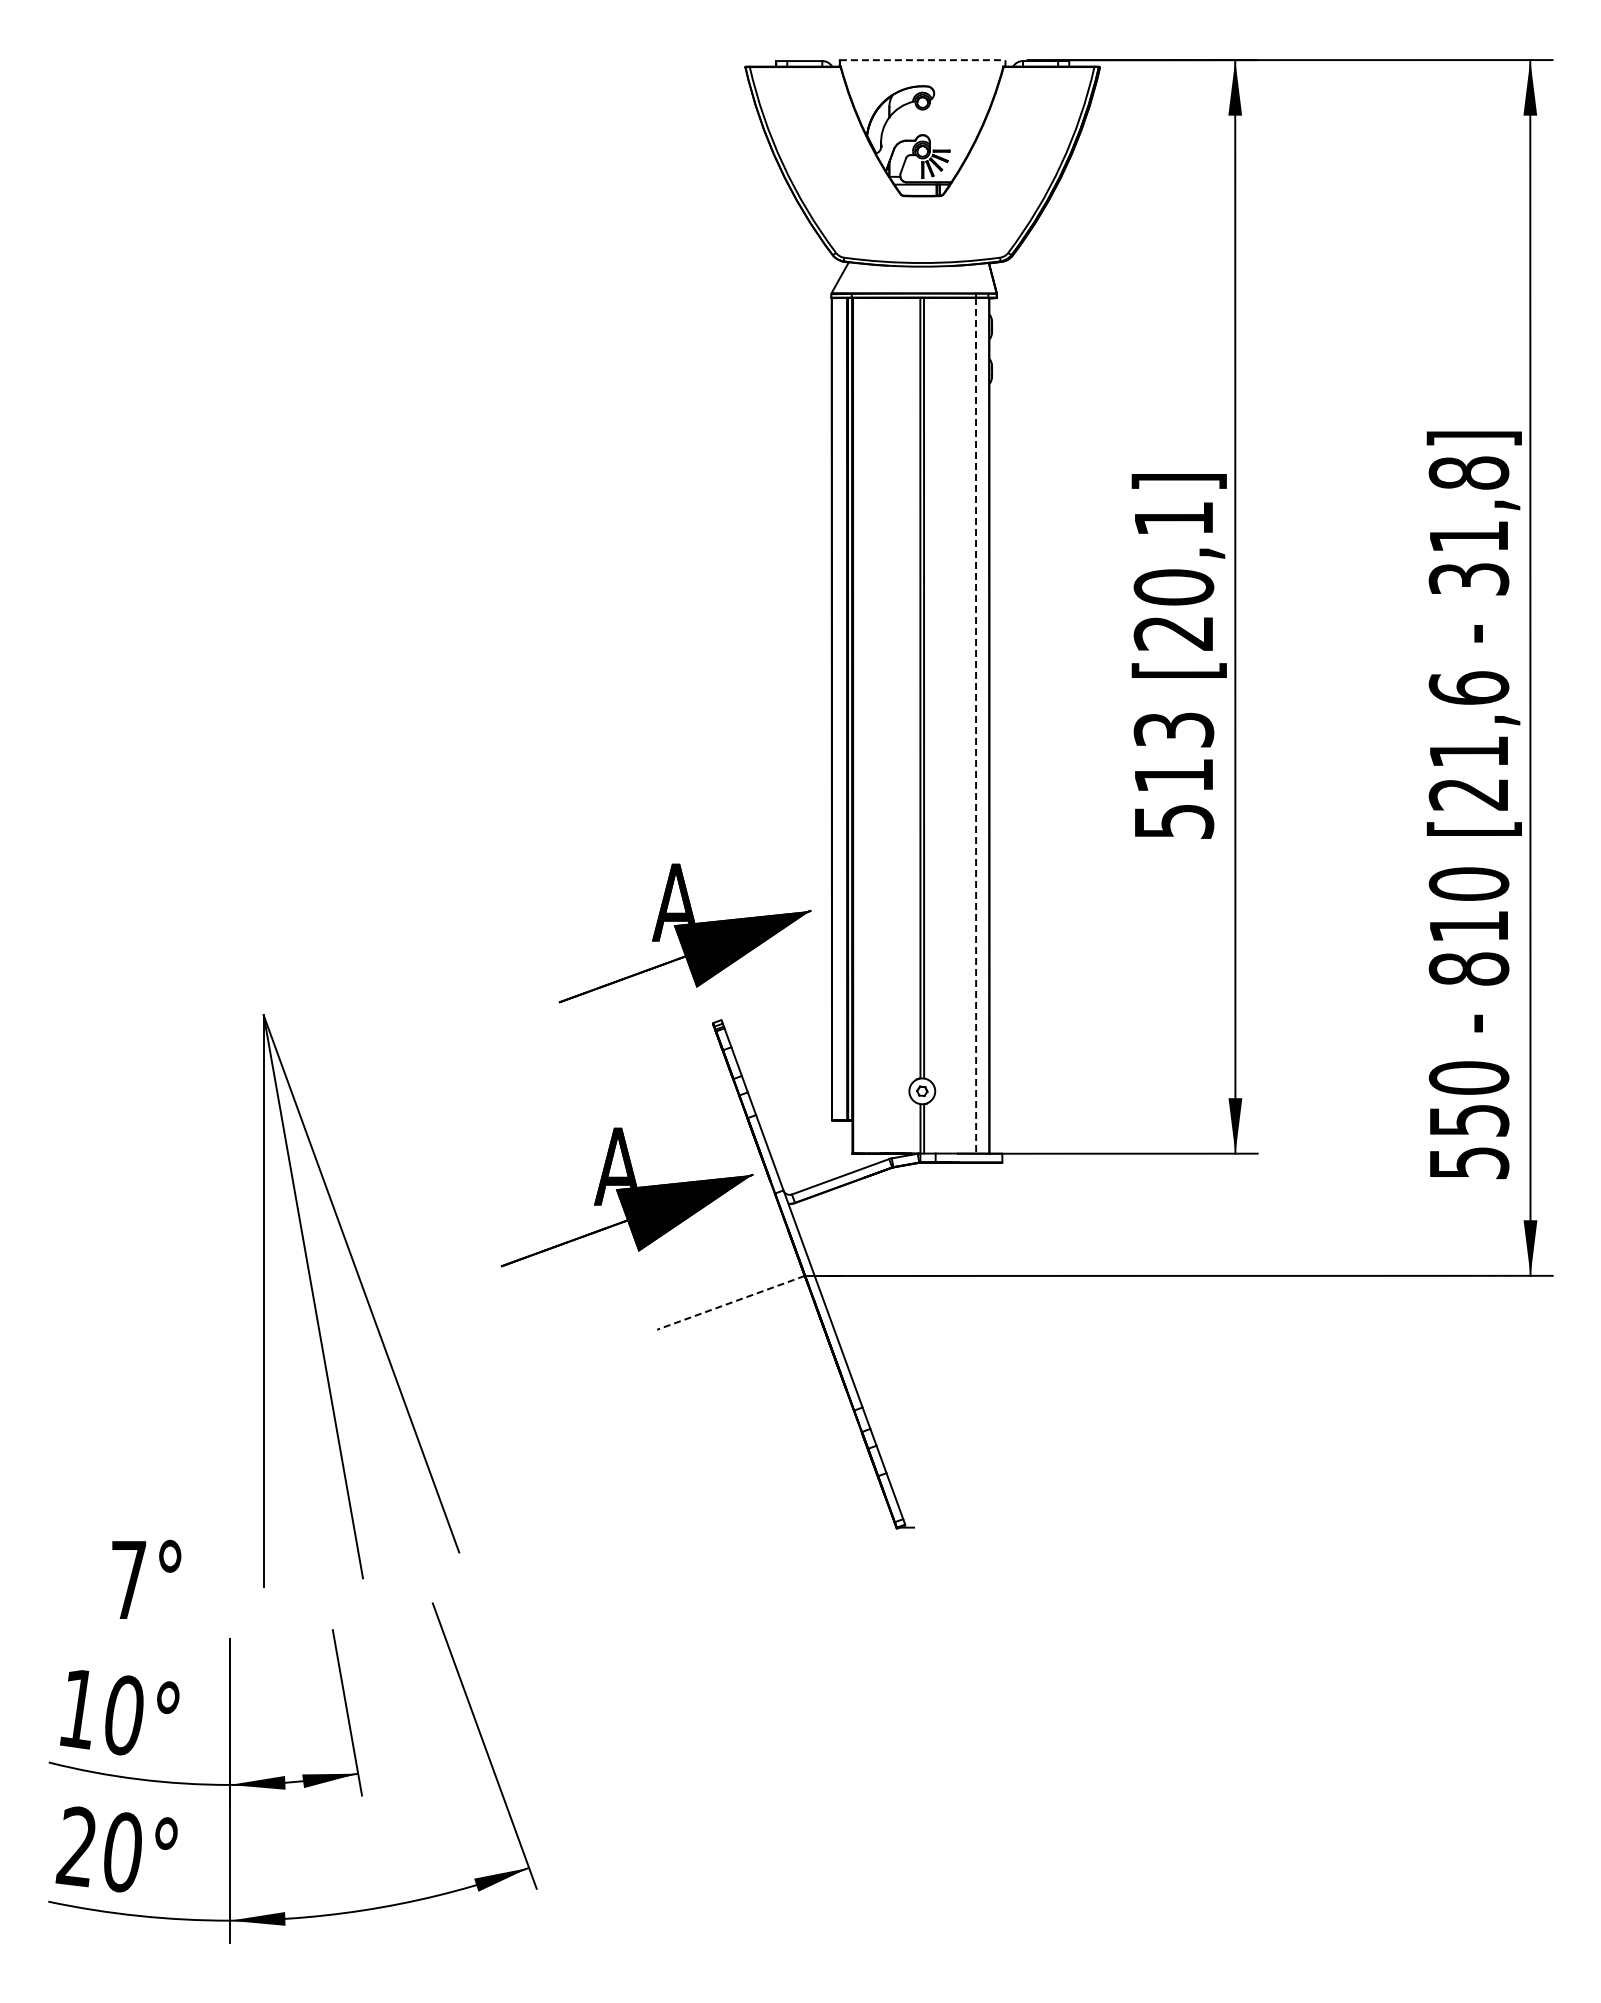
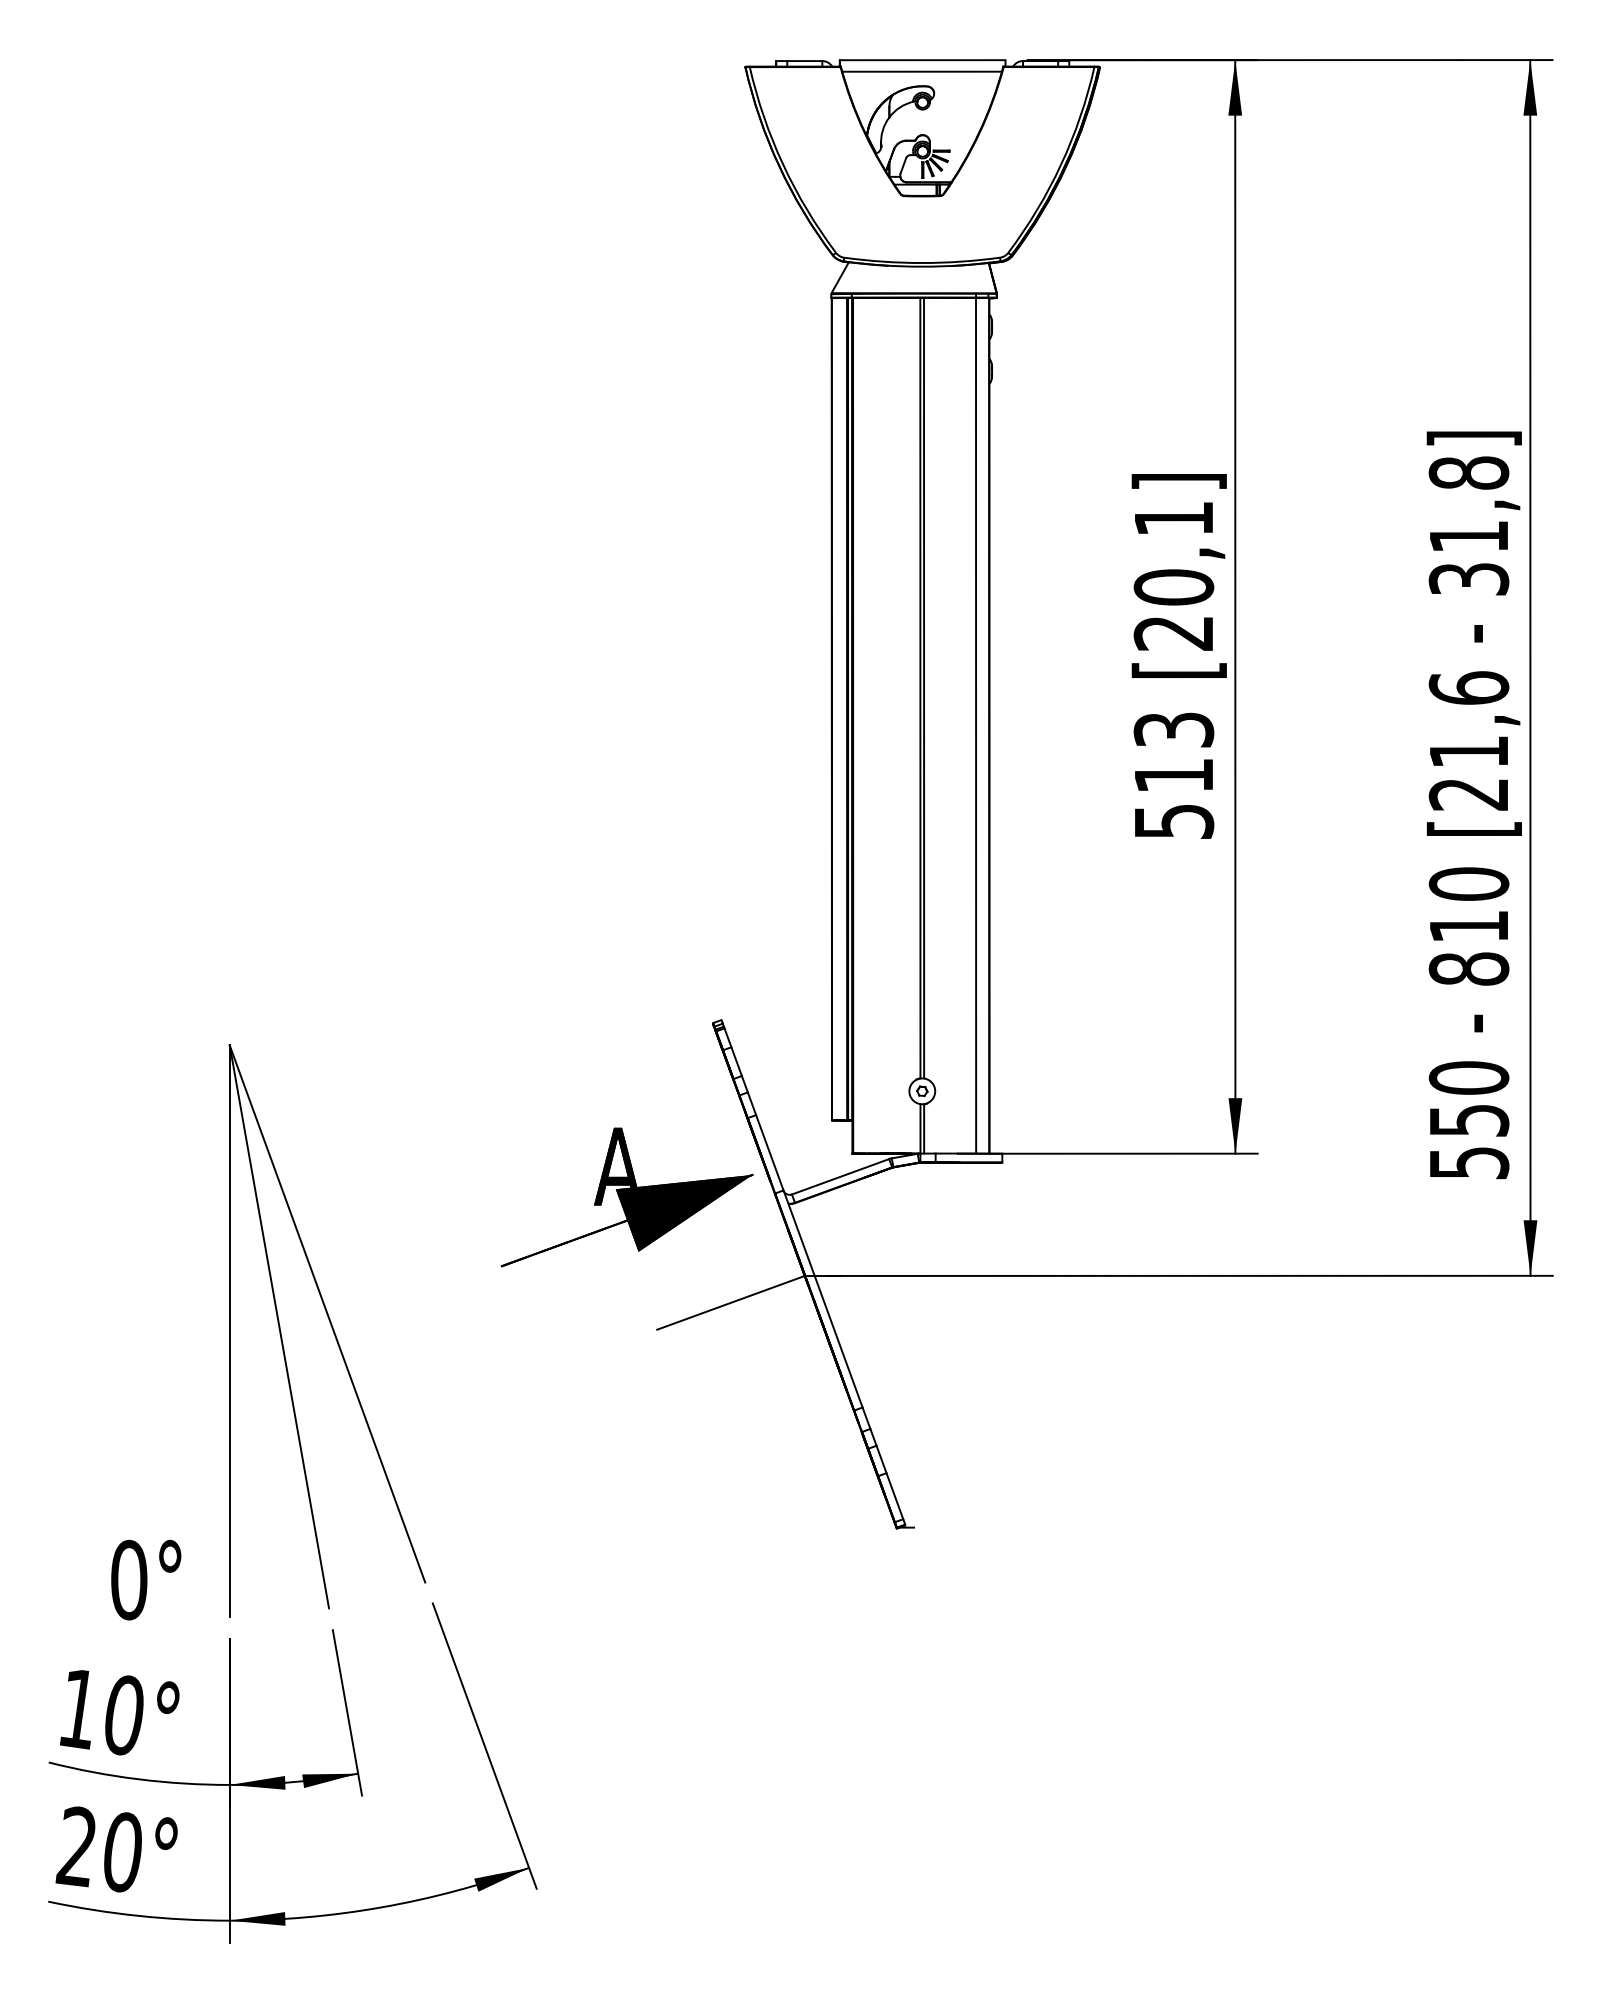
line at (922, 60): dashed -> solid
line at (921, 71): none -> present
line at (976, 725): dashed -> solid
part at (684, 933): present -> none
part at (361, 1300) position: (361, 1300) -> (327, 1330)
line at (730, 1302): dashed -> solid
text at (129, 1579): 7° -> 0°
